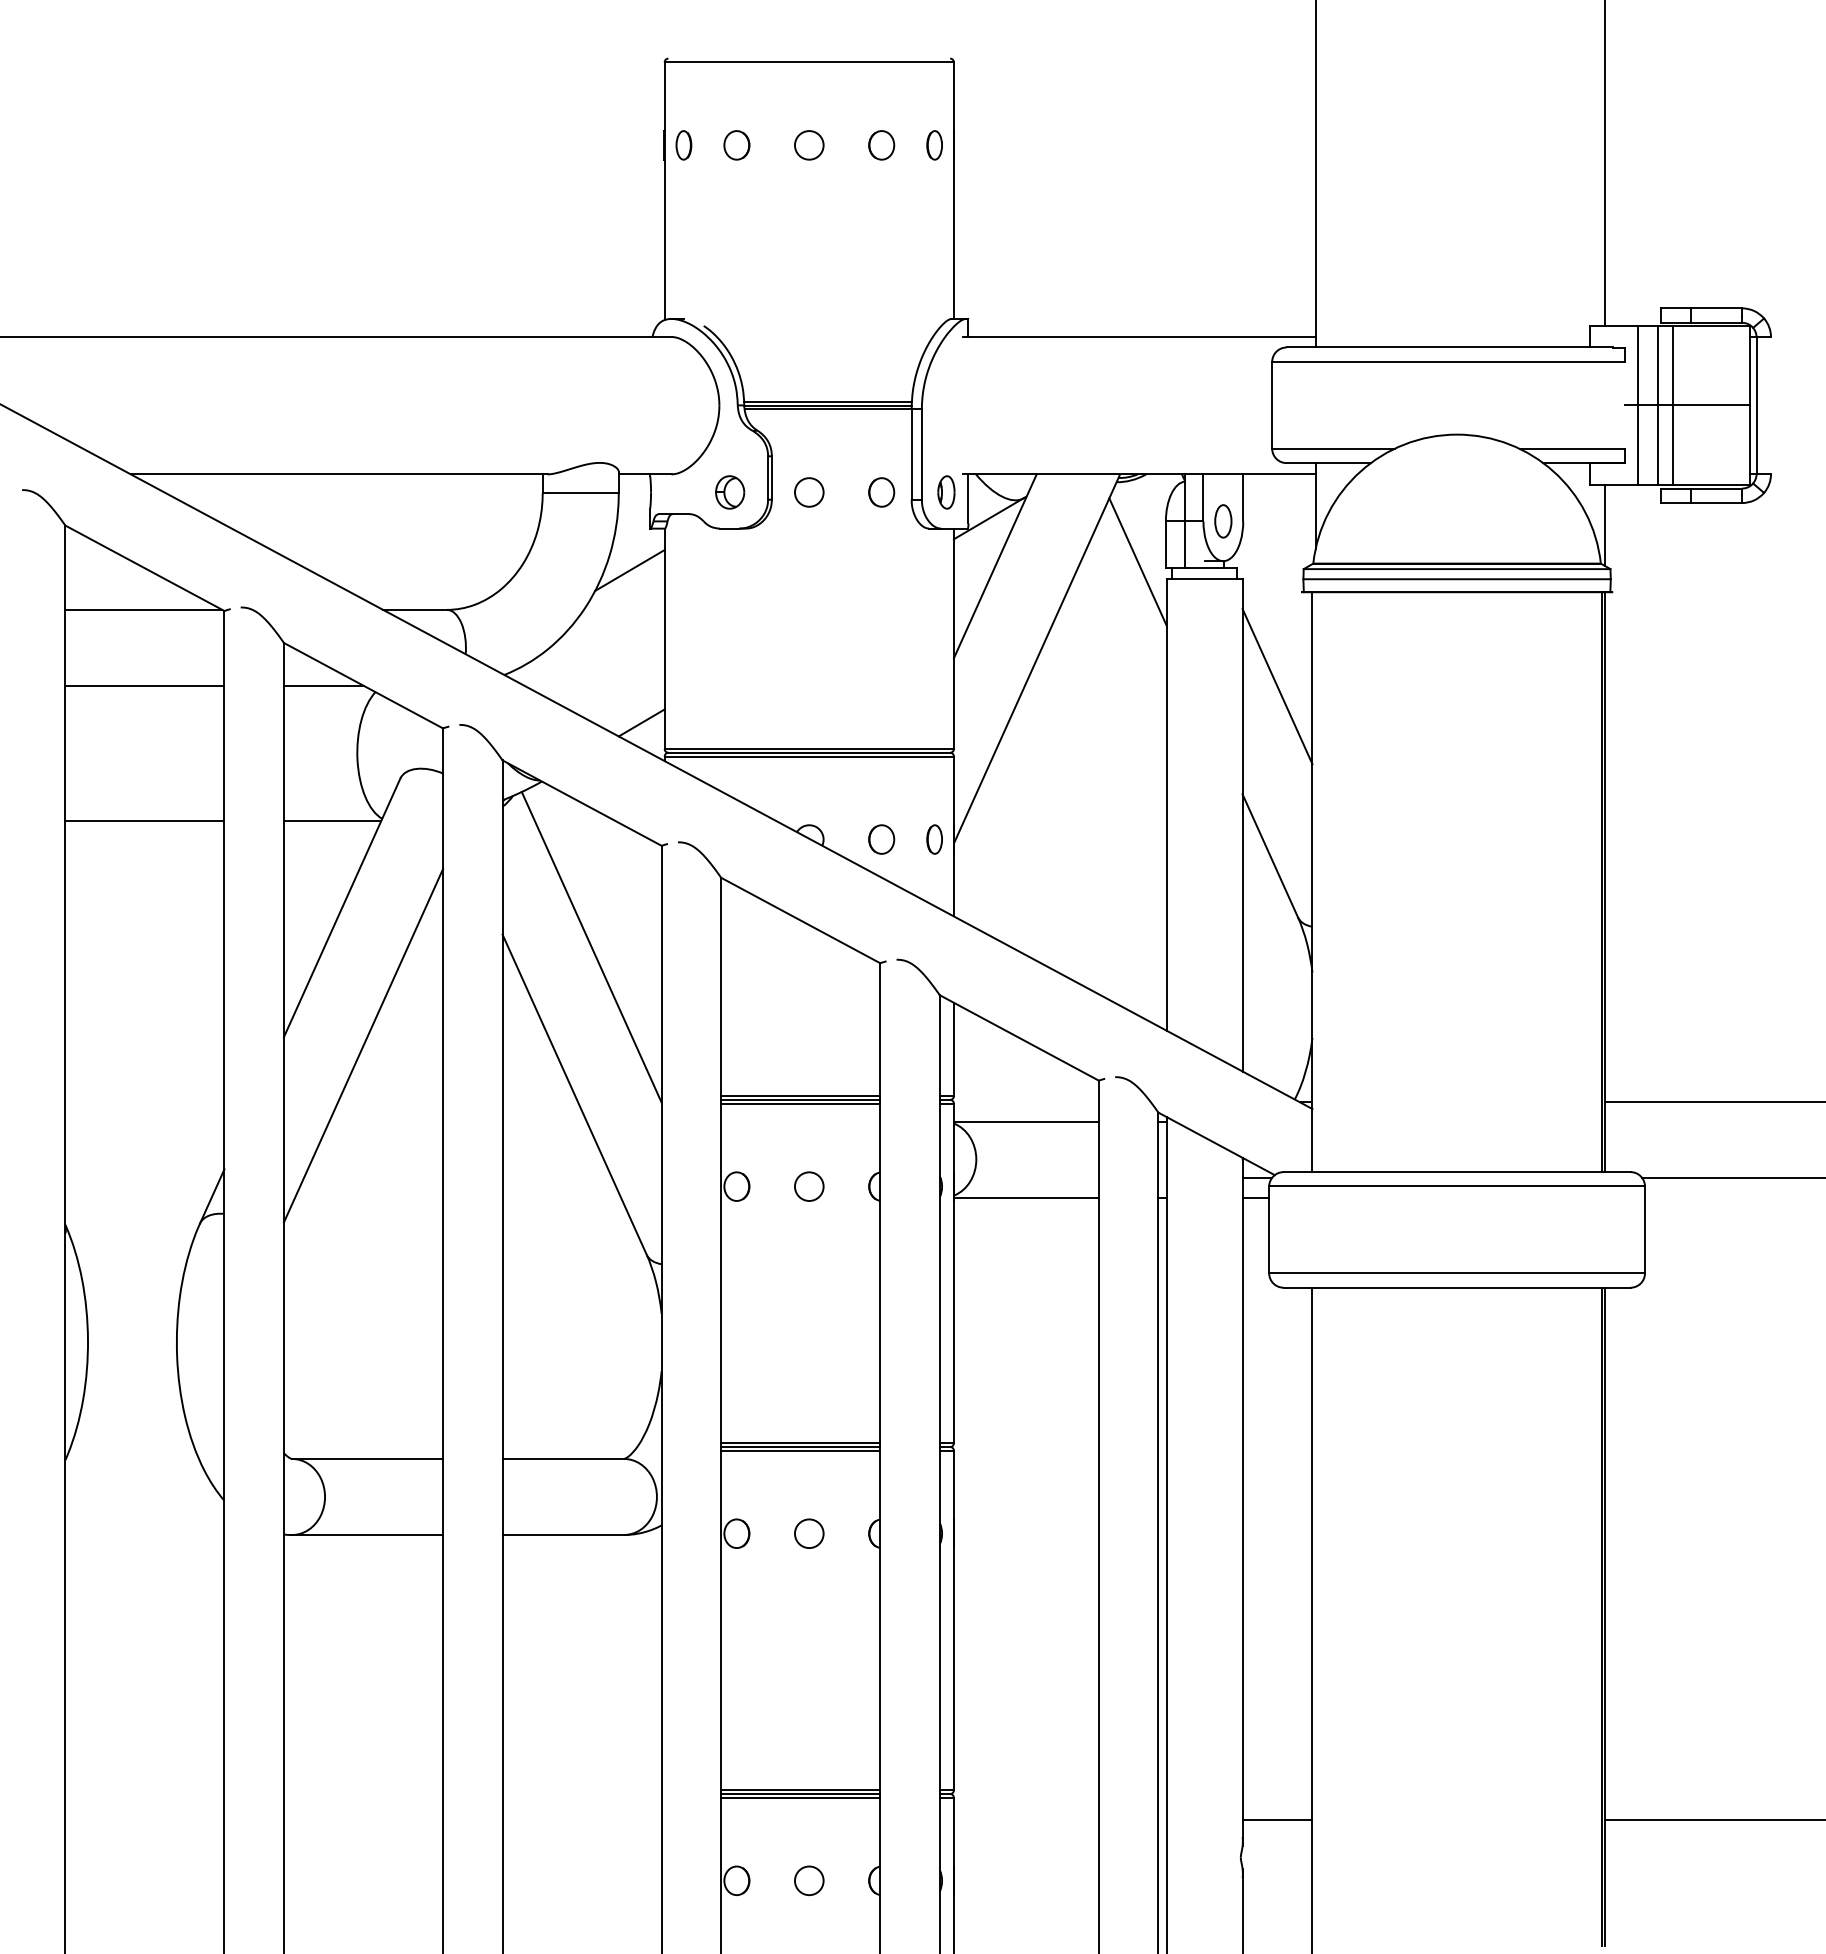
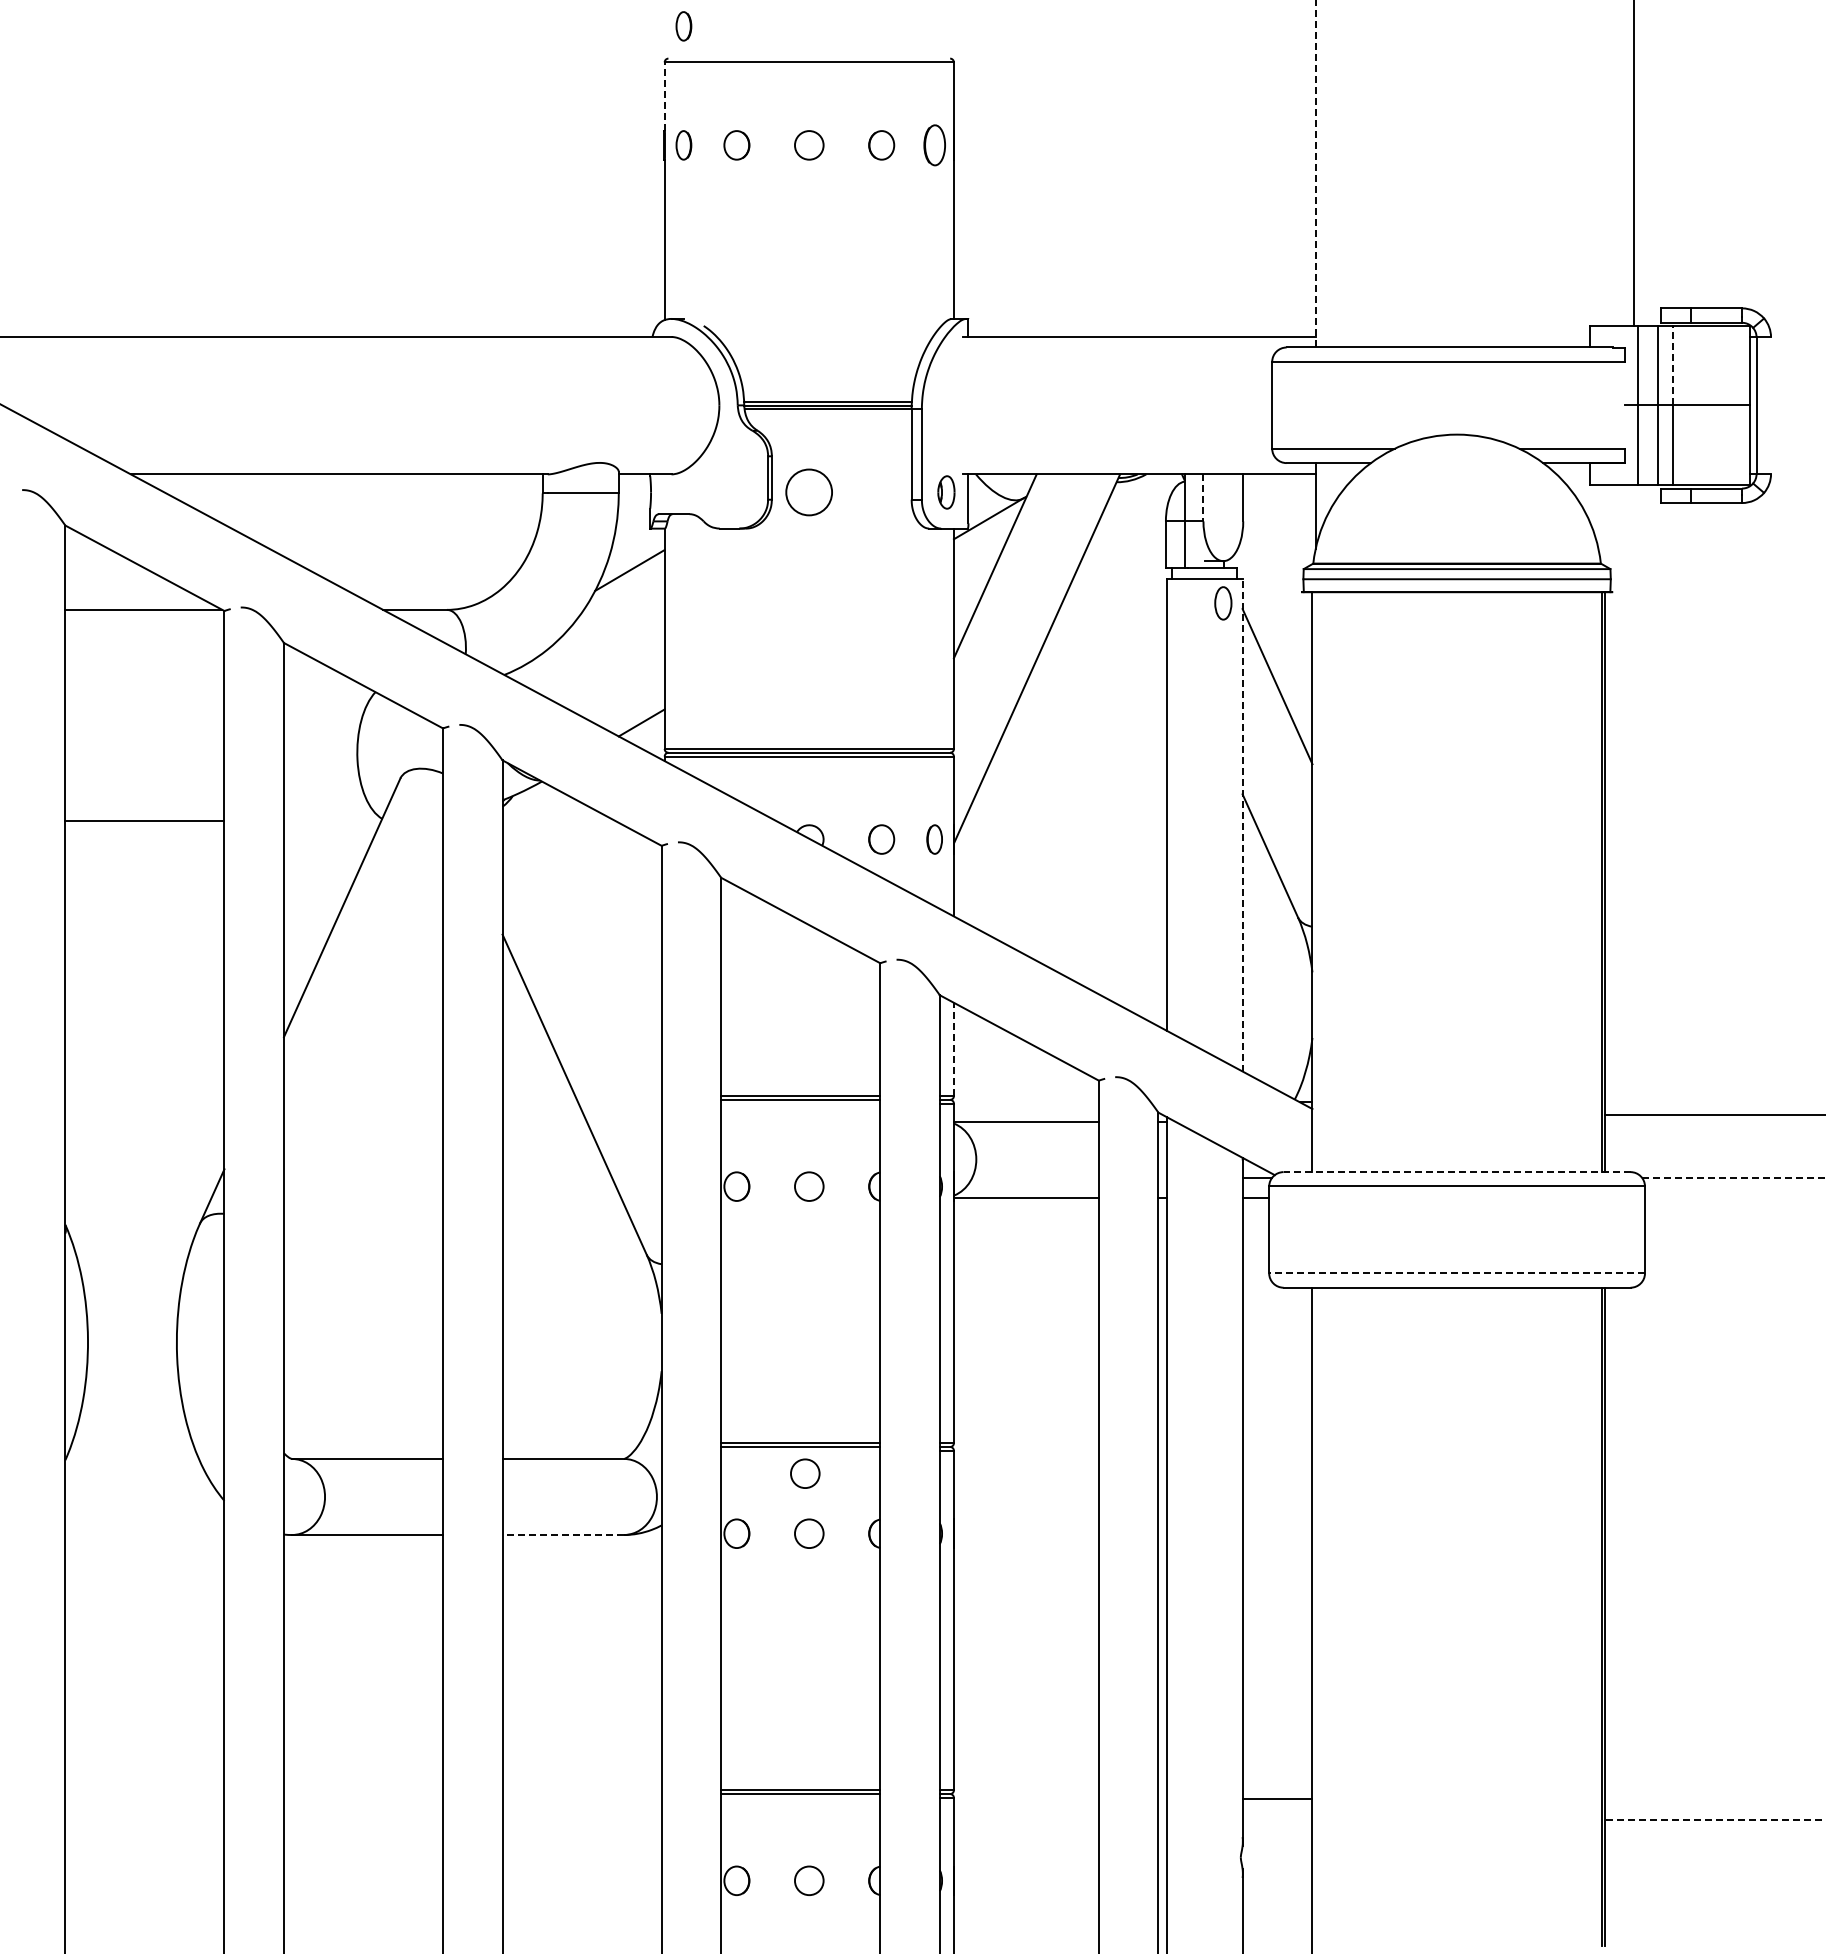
part at (683, 26): none -> present
line at (664, 96): solid -> dashed
part at (934, 145) size: 17x31 px -> 23x43 px
line at (1605, 163) position: (1605, 163) -> (1634, 163)
line at (1315, 173): solid -> dashed
line at (1672, 365): solid -> dashed
part at (730, 492): present -> none
circle at (809, 492) size: 31x31 px -> 48x49 px
part at (881, 492): present -> none
line at (1203, 497): solid -> dashed
part at (1223, 521) position: (1223, 521) -> (1223, 603)
line at (1605, 524): present -> none
line at (1137, 561): present -> none
line at (144, 685): present -> none
line at (323, 685): present -> none
line at (332, 821): present -> none
line at (1242, 824): solid -> dashed
line at (591, 947): present -> none
line at (363, 1045): present -> none
line at (953, 1049): solid -> dashed
line at (1713, 1102) position: (1713, 1102) -> (1713, 1115)
line at (800, 1103): present -> none
line at (1456, 1172): solid -> dashed
line at (1734, 1178): solid -> dashed
line at (1457, 1273): solid -> dashed
line at (800, 1450): present -> none
circle at (805, 1473): none -> present
line at (563, 1535): solid -> dashed
line at (800, 1797): present -> none
line at (1277, 1819) position: (1277, 1819) -> (1277, 1798)
line at (1714, 1819): solid -> dashed
